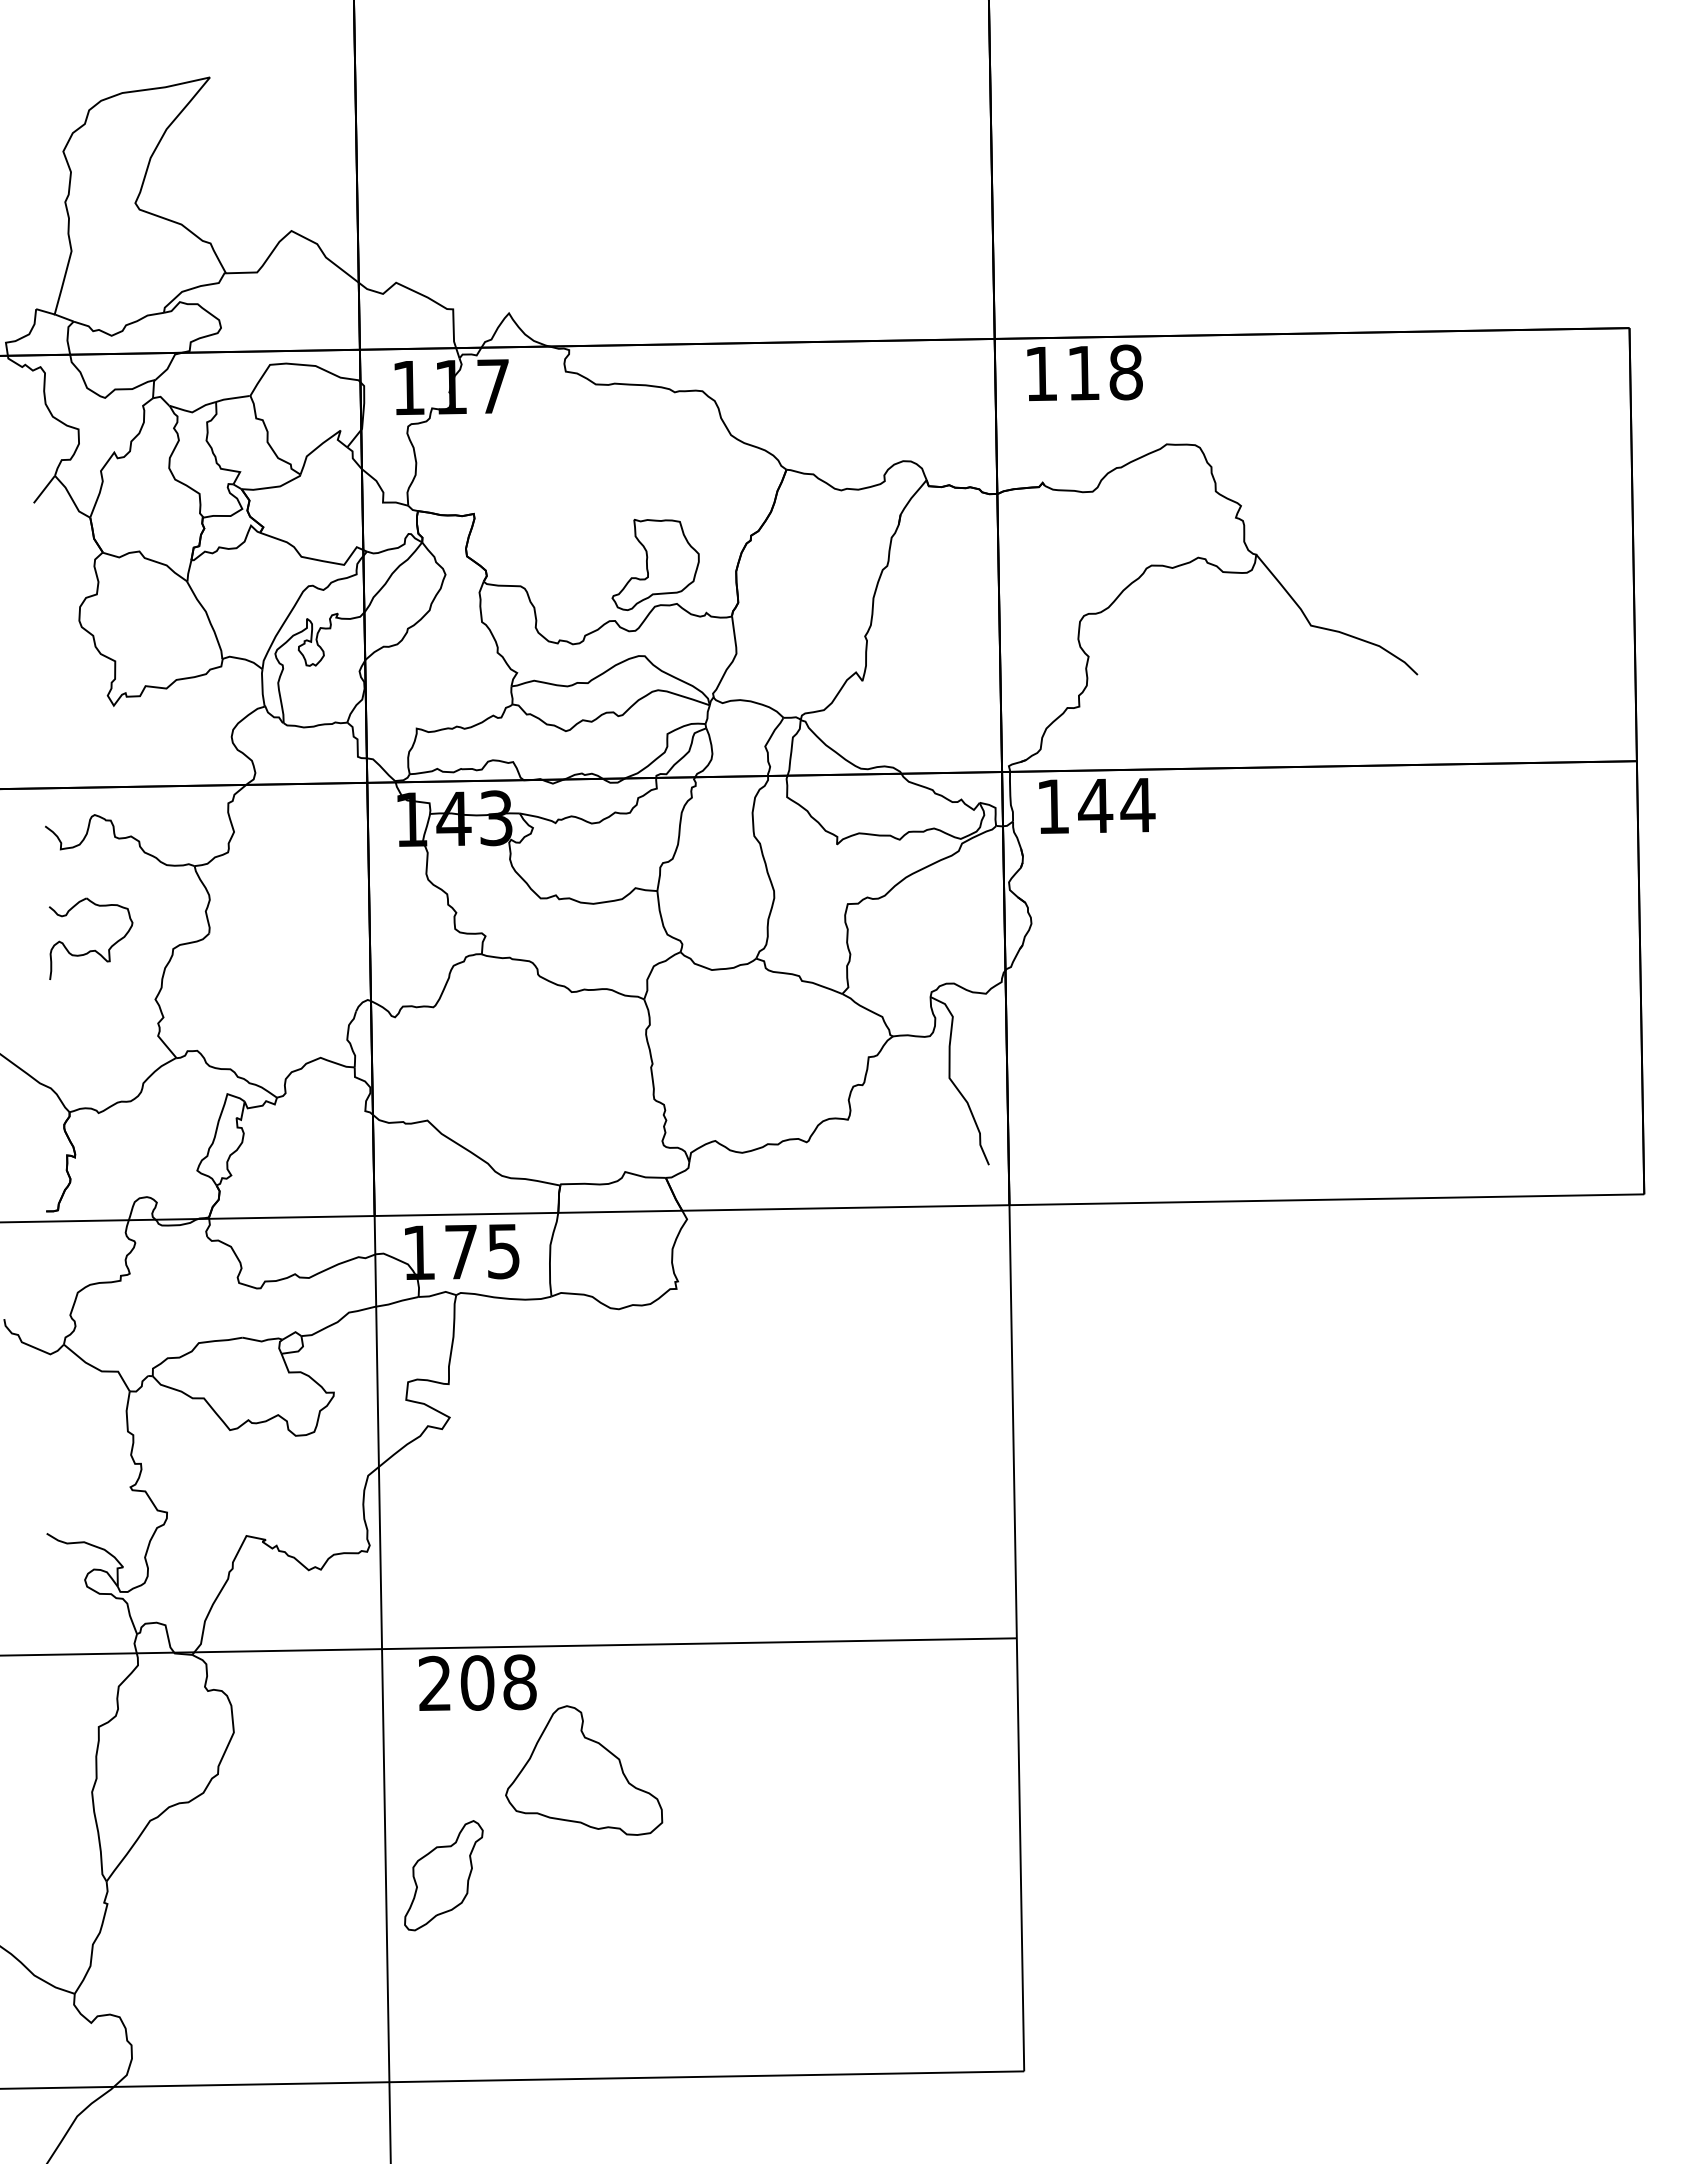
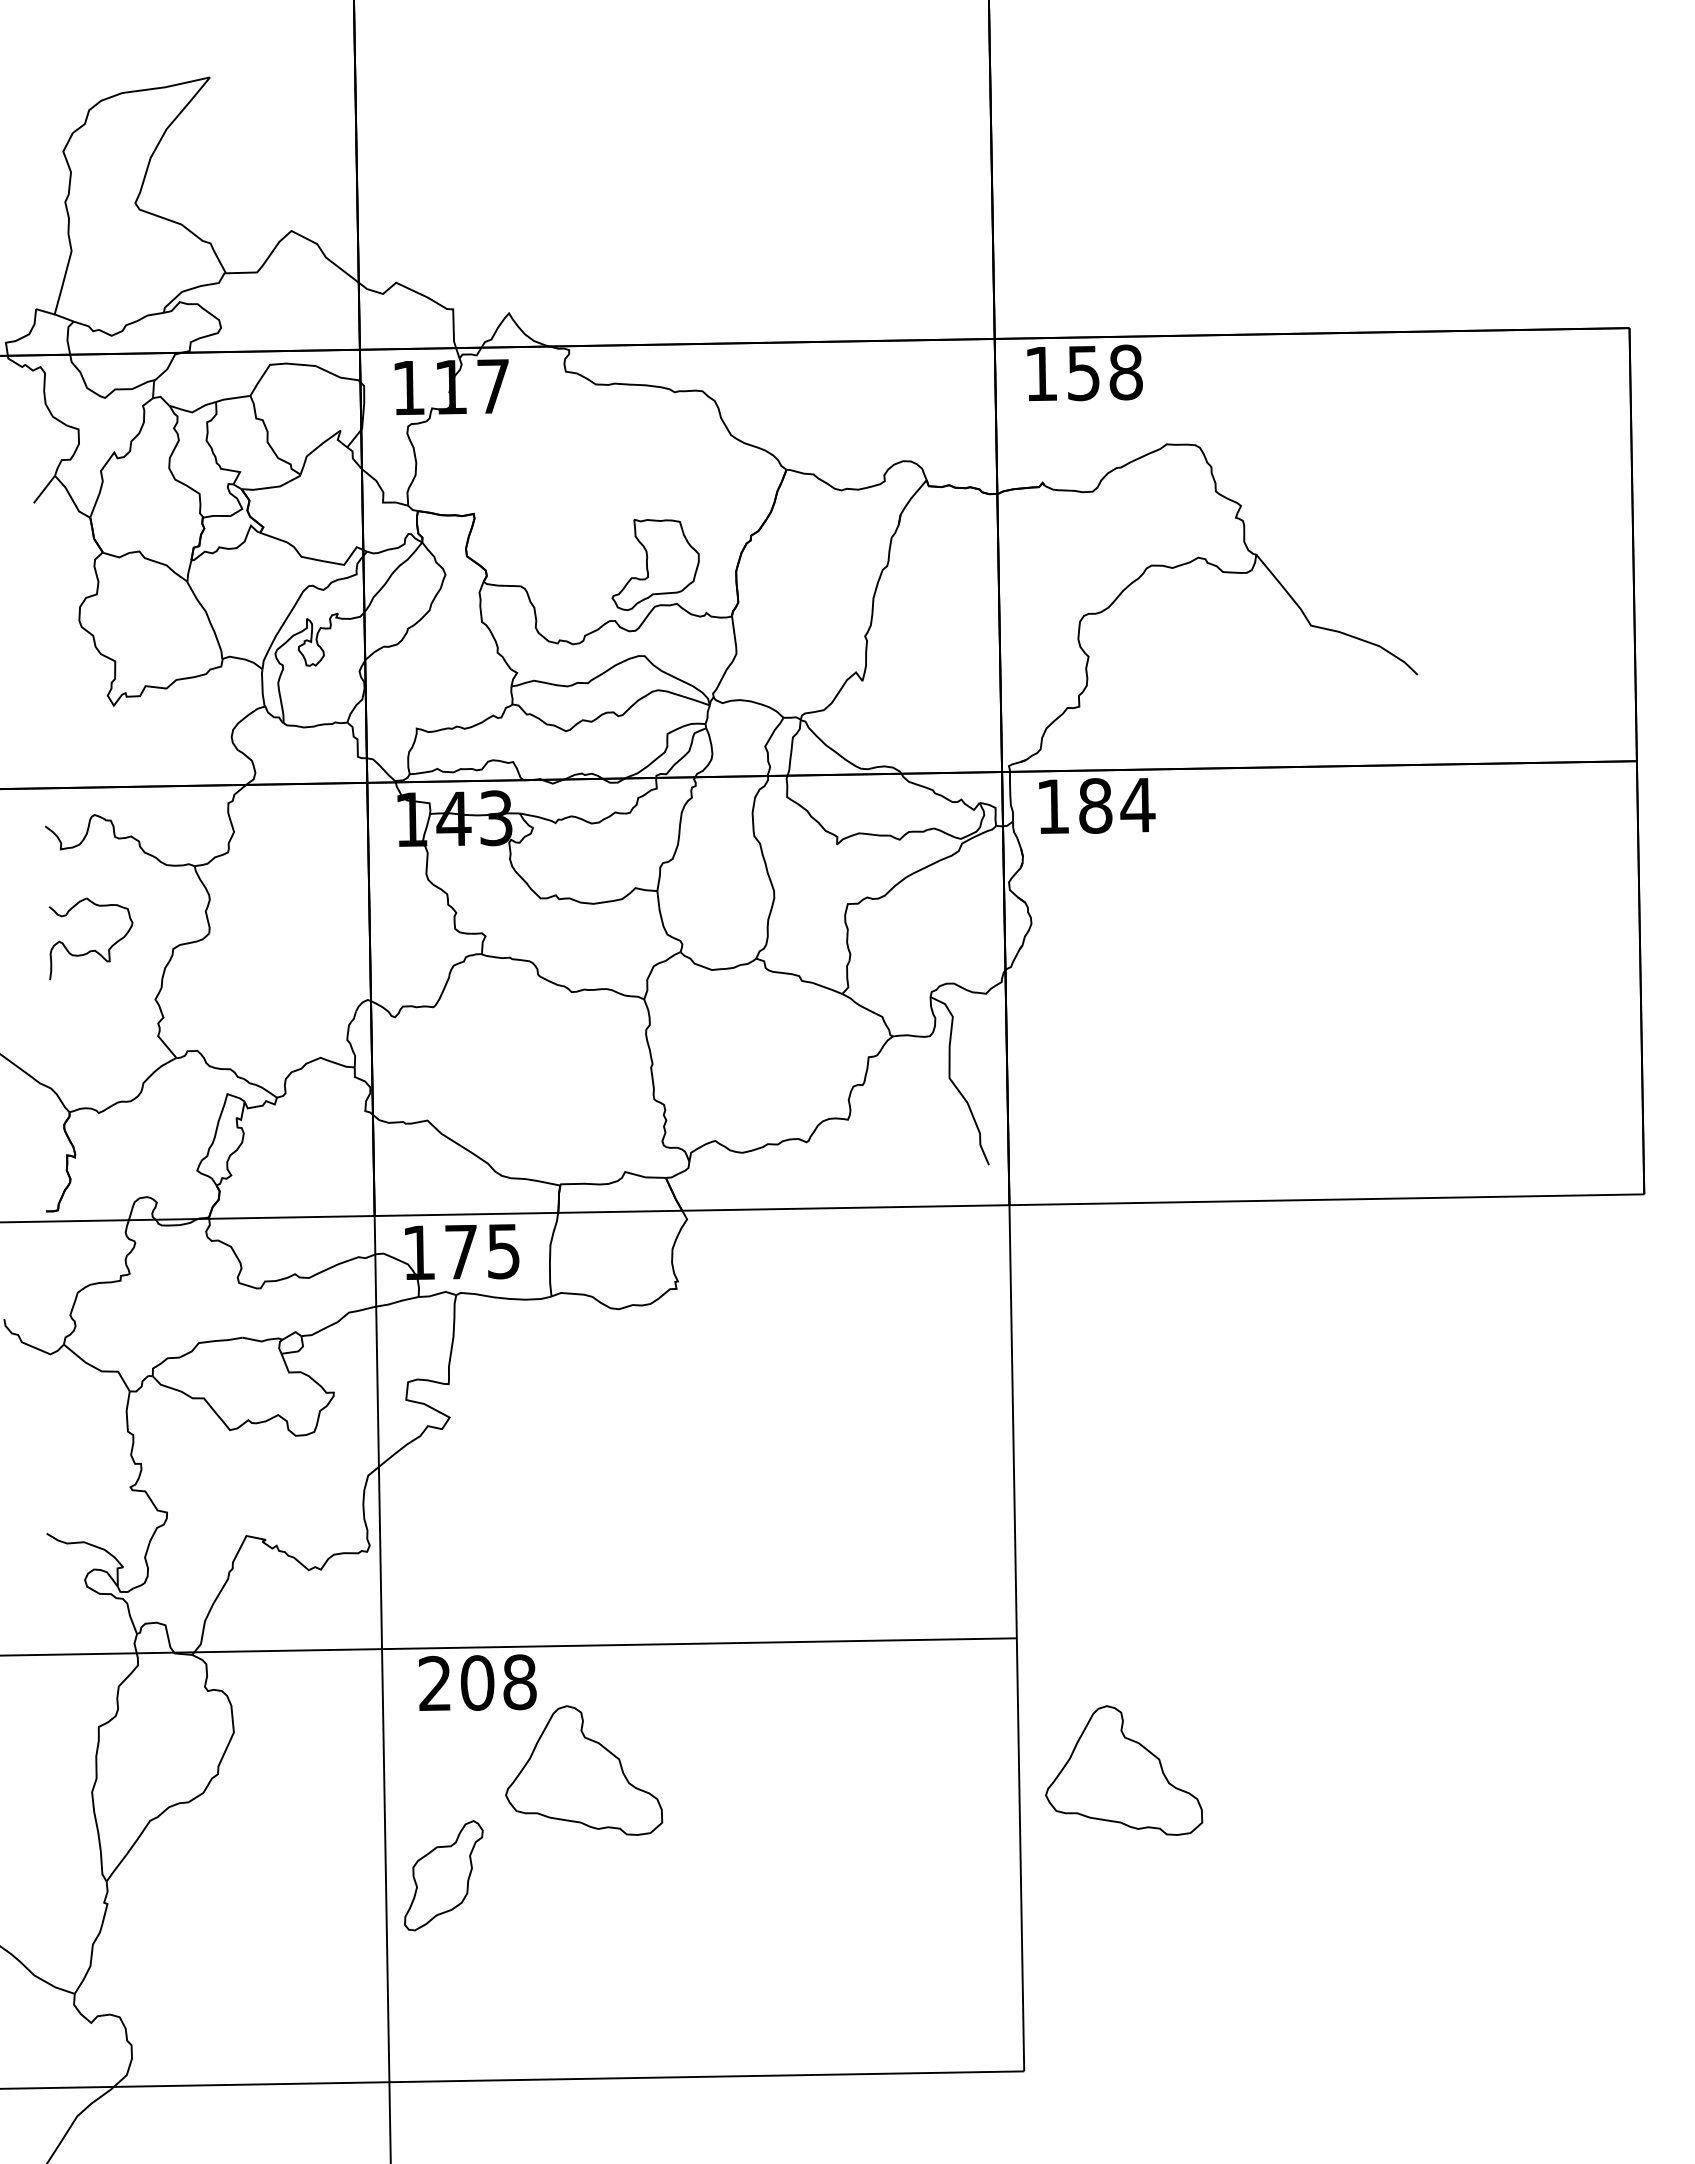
text at (1083, 373): 118 -> 158
text at (1095, 805): 144 -> 184
part at (1124, 1770): none -> present
